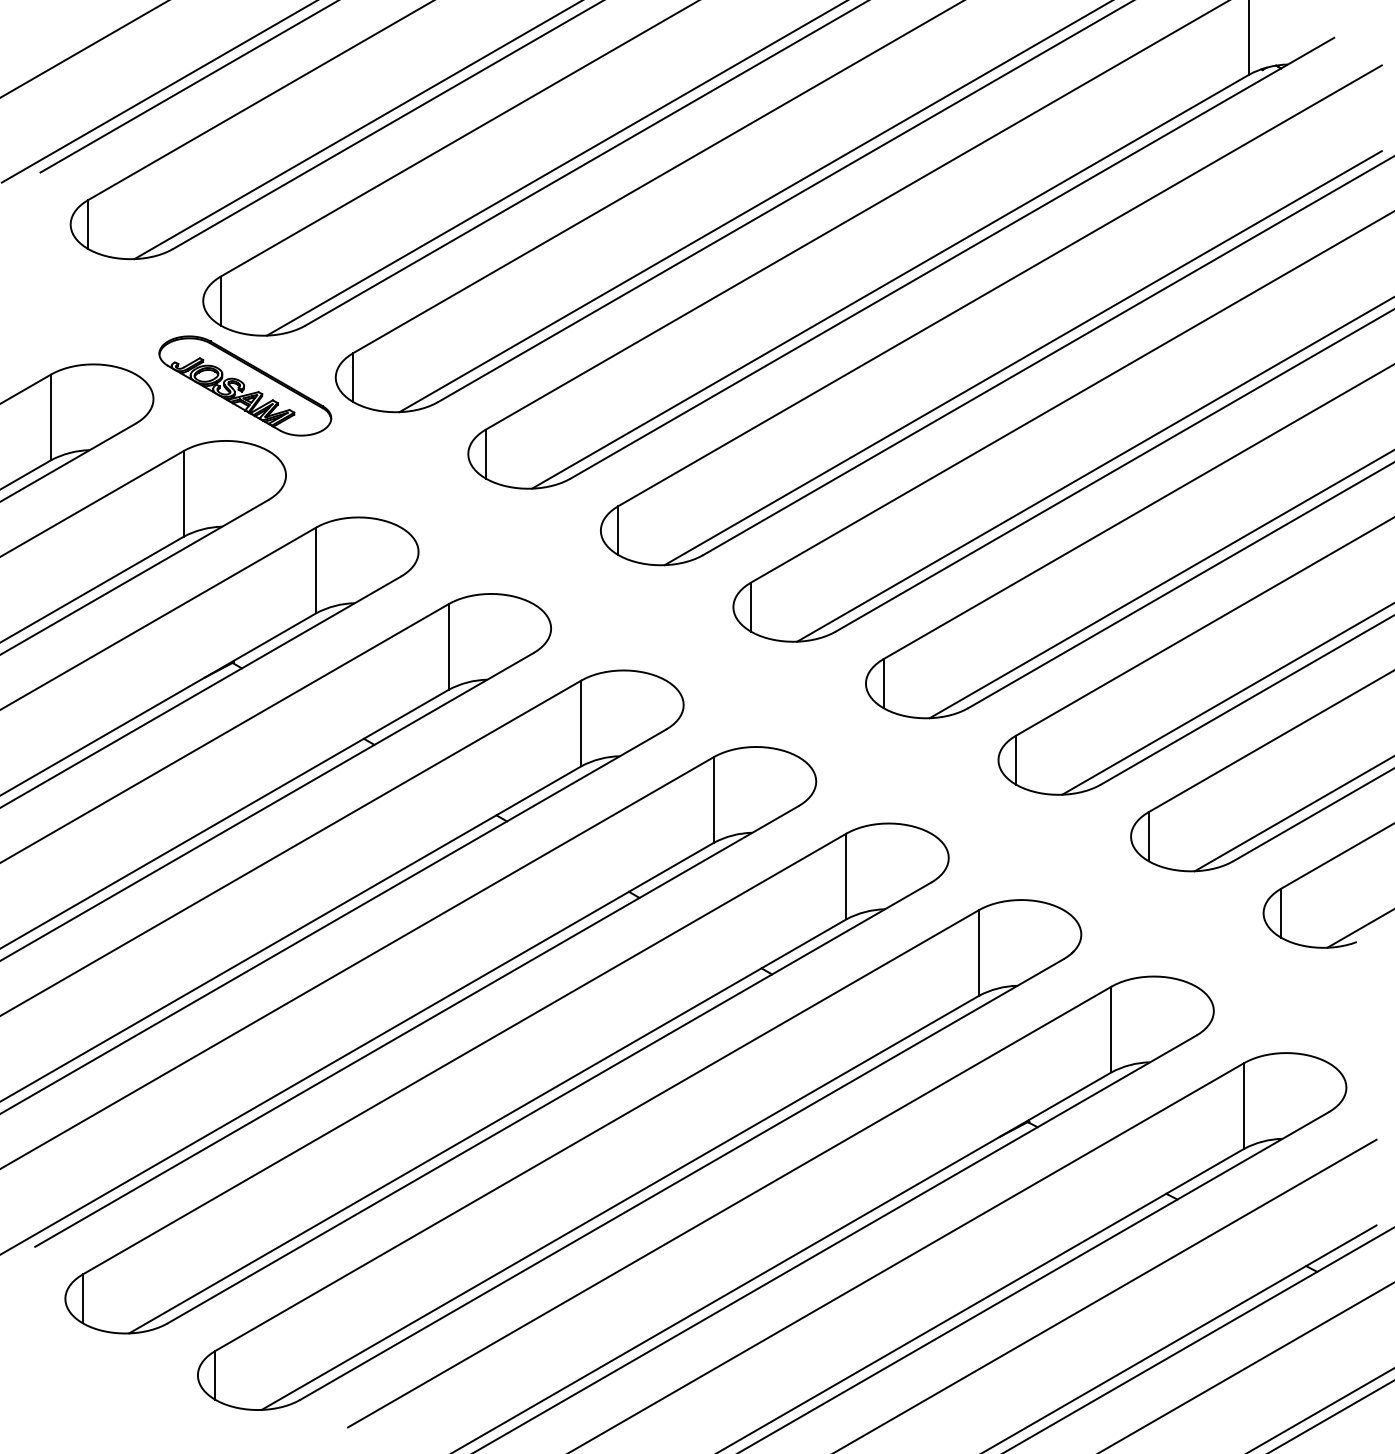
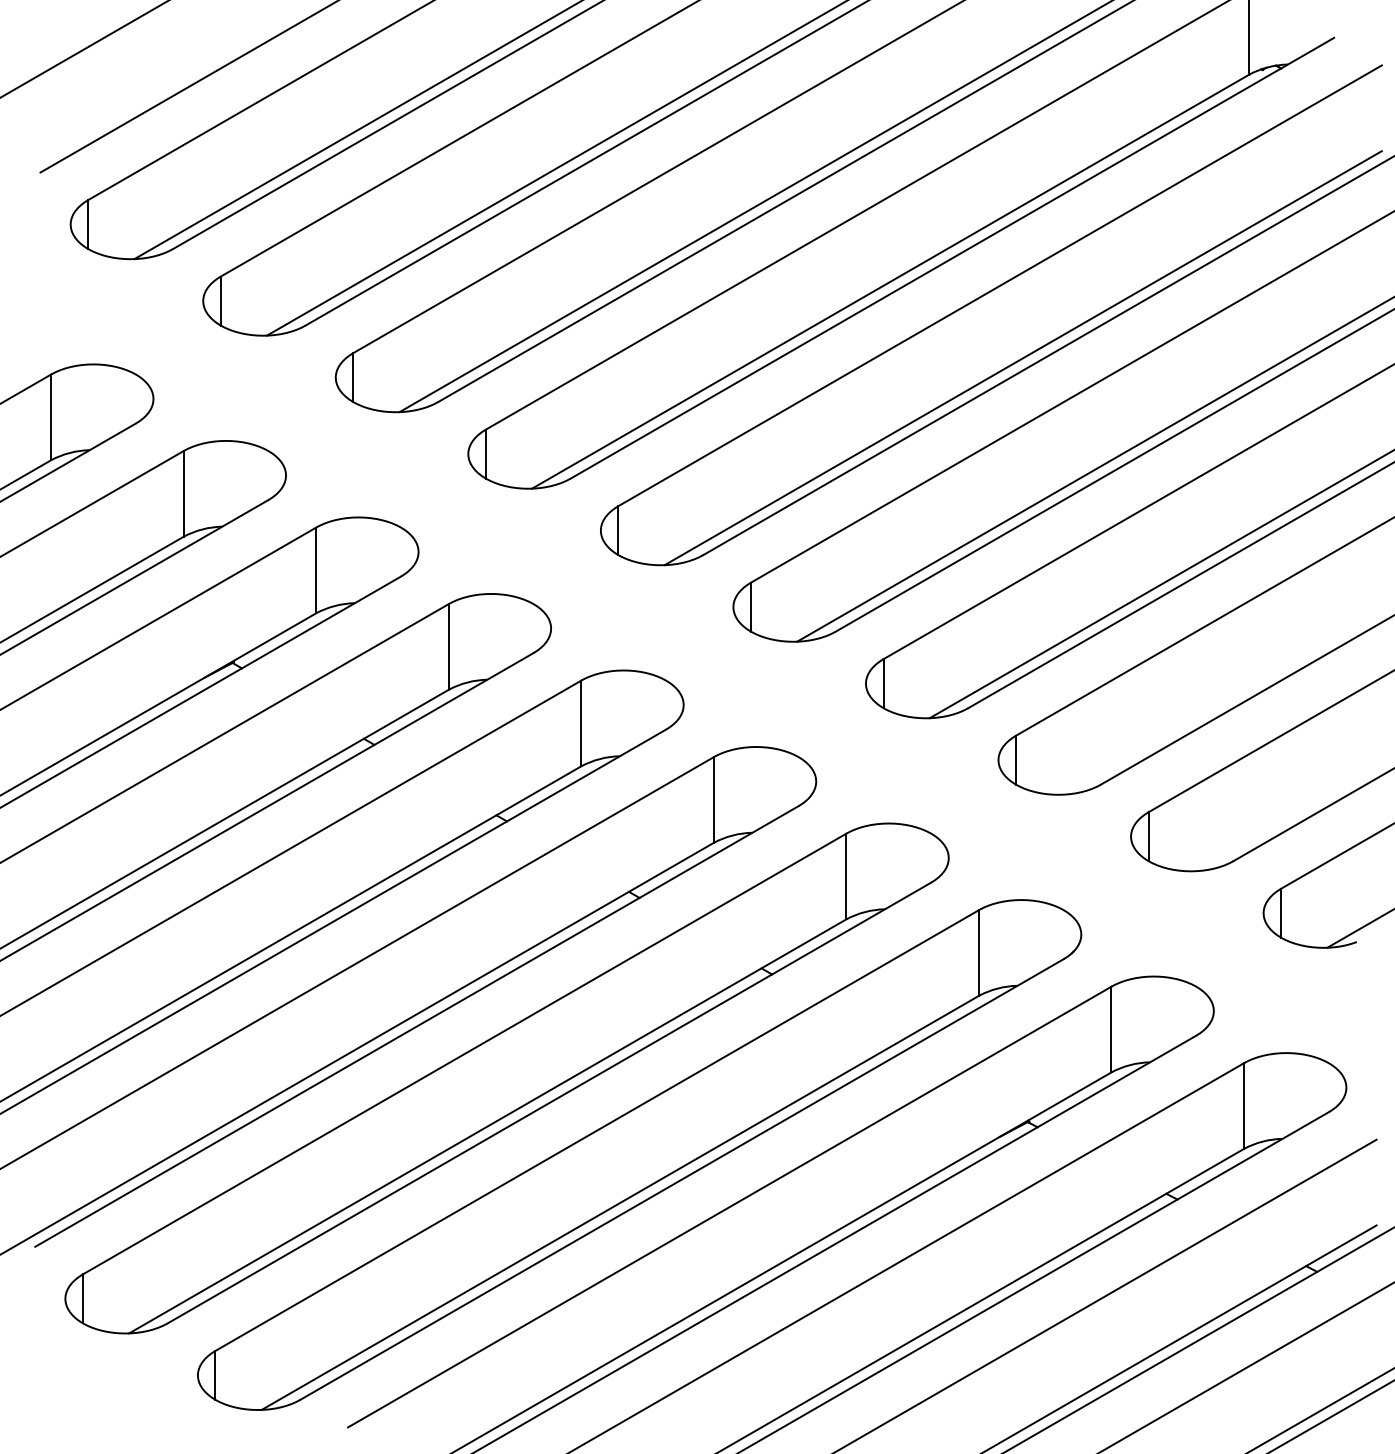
line at (158, 92): present -> none
part at (245, 385): present -> none
line at (1226, 699): present -> none
line at (1292, 814): present -> none
